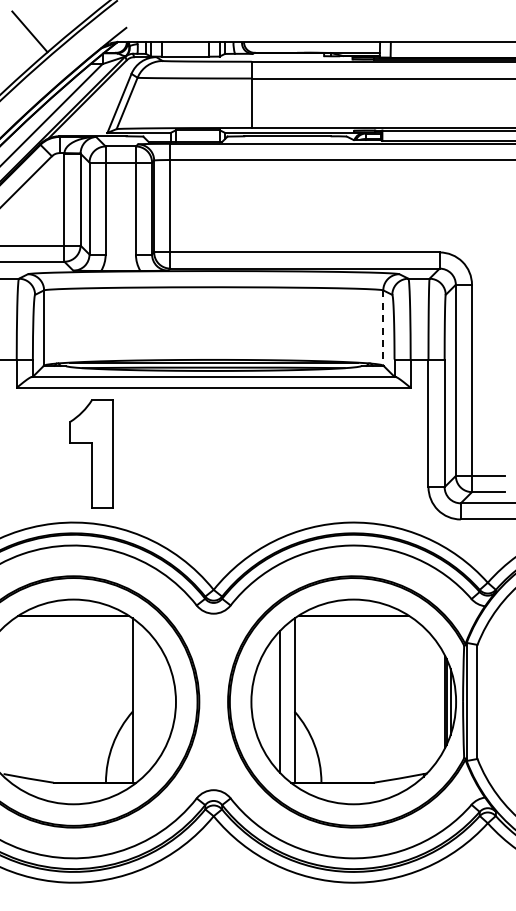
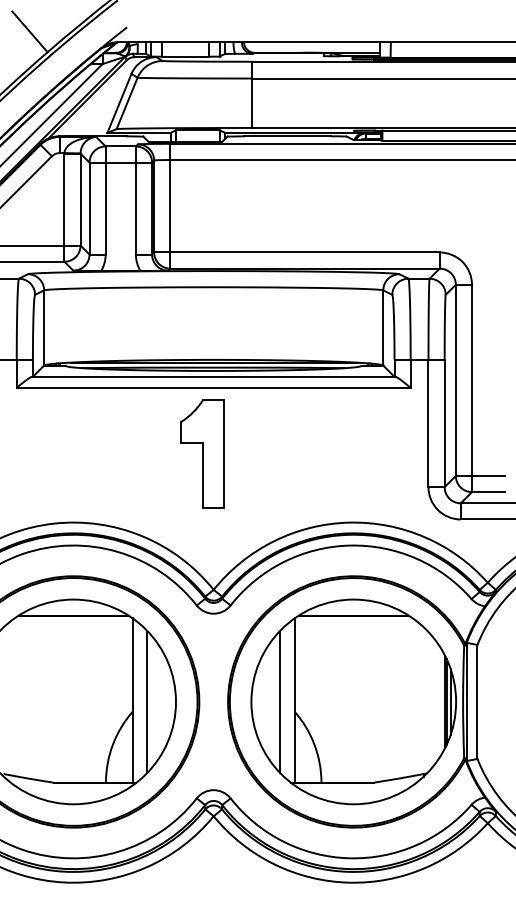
line at (383, 327): dashed -> solid
part at (91, 453) position: (91, 453) -> (202, 453)
line at (147, 701): none -> present
